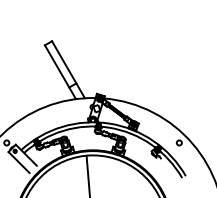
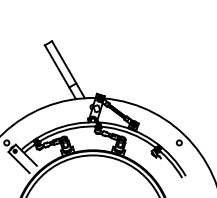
line at (87, 174): present -> none
